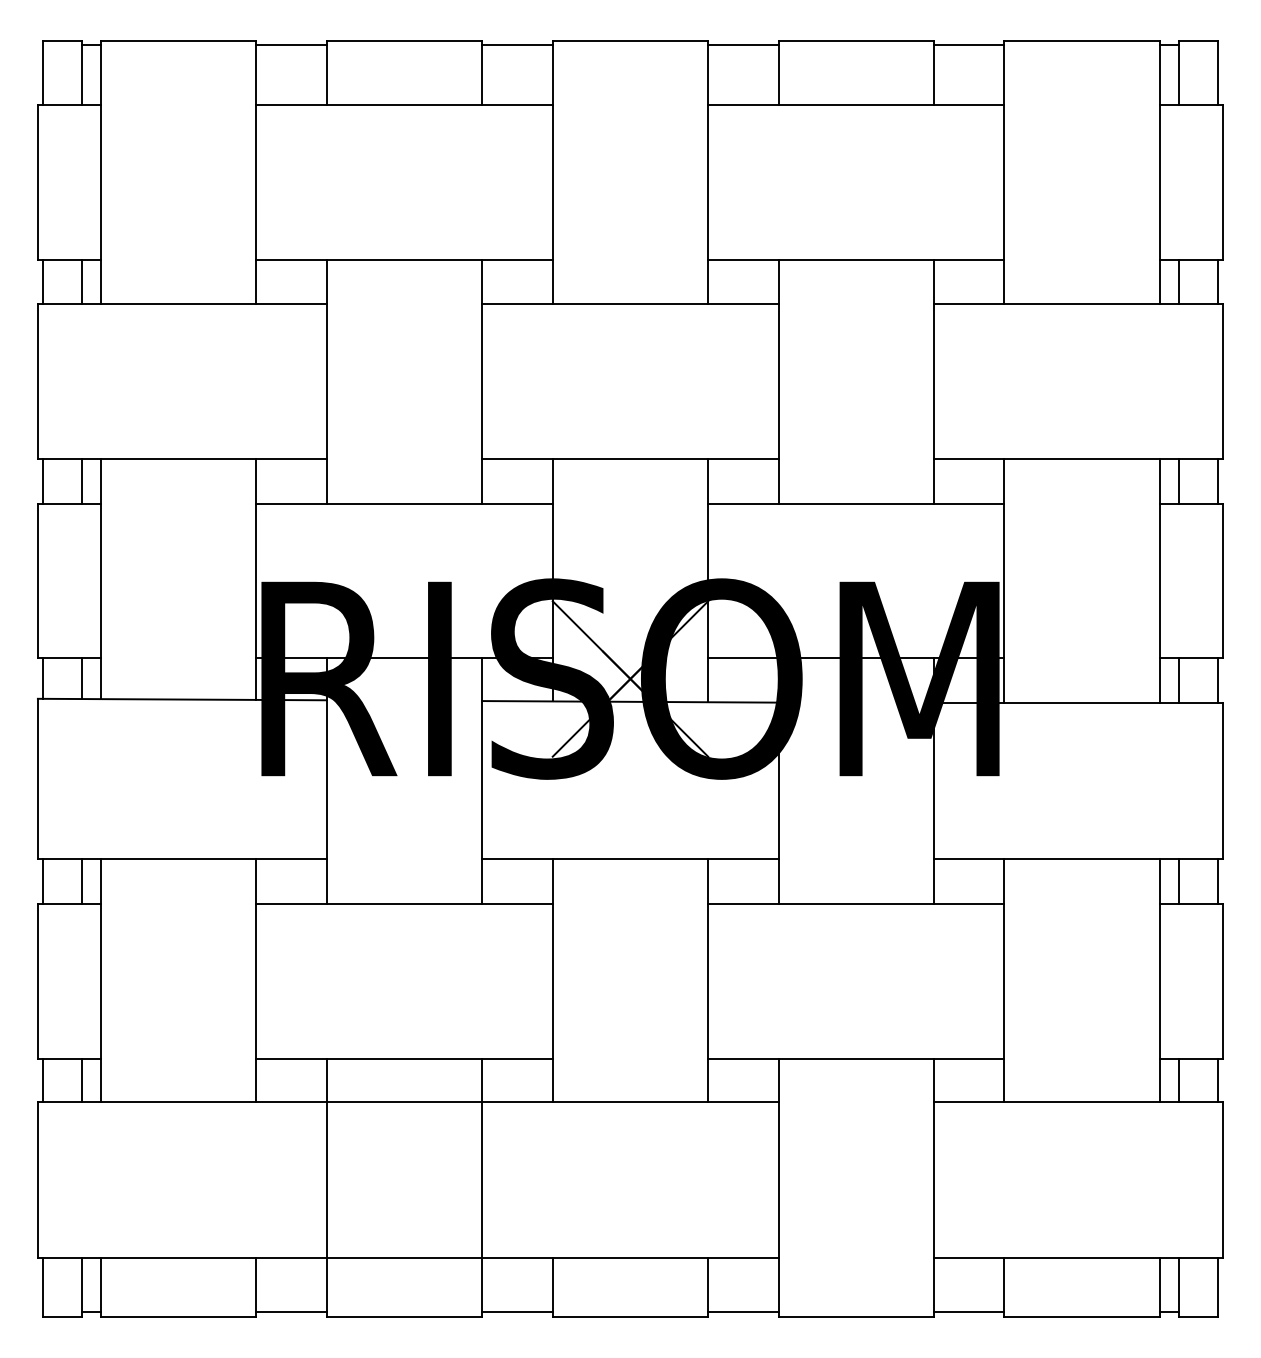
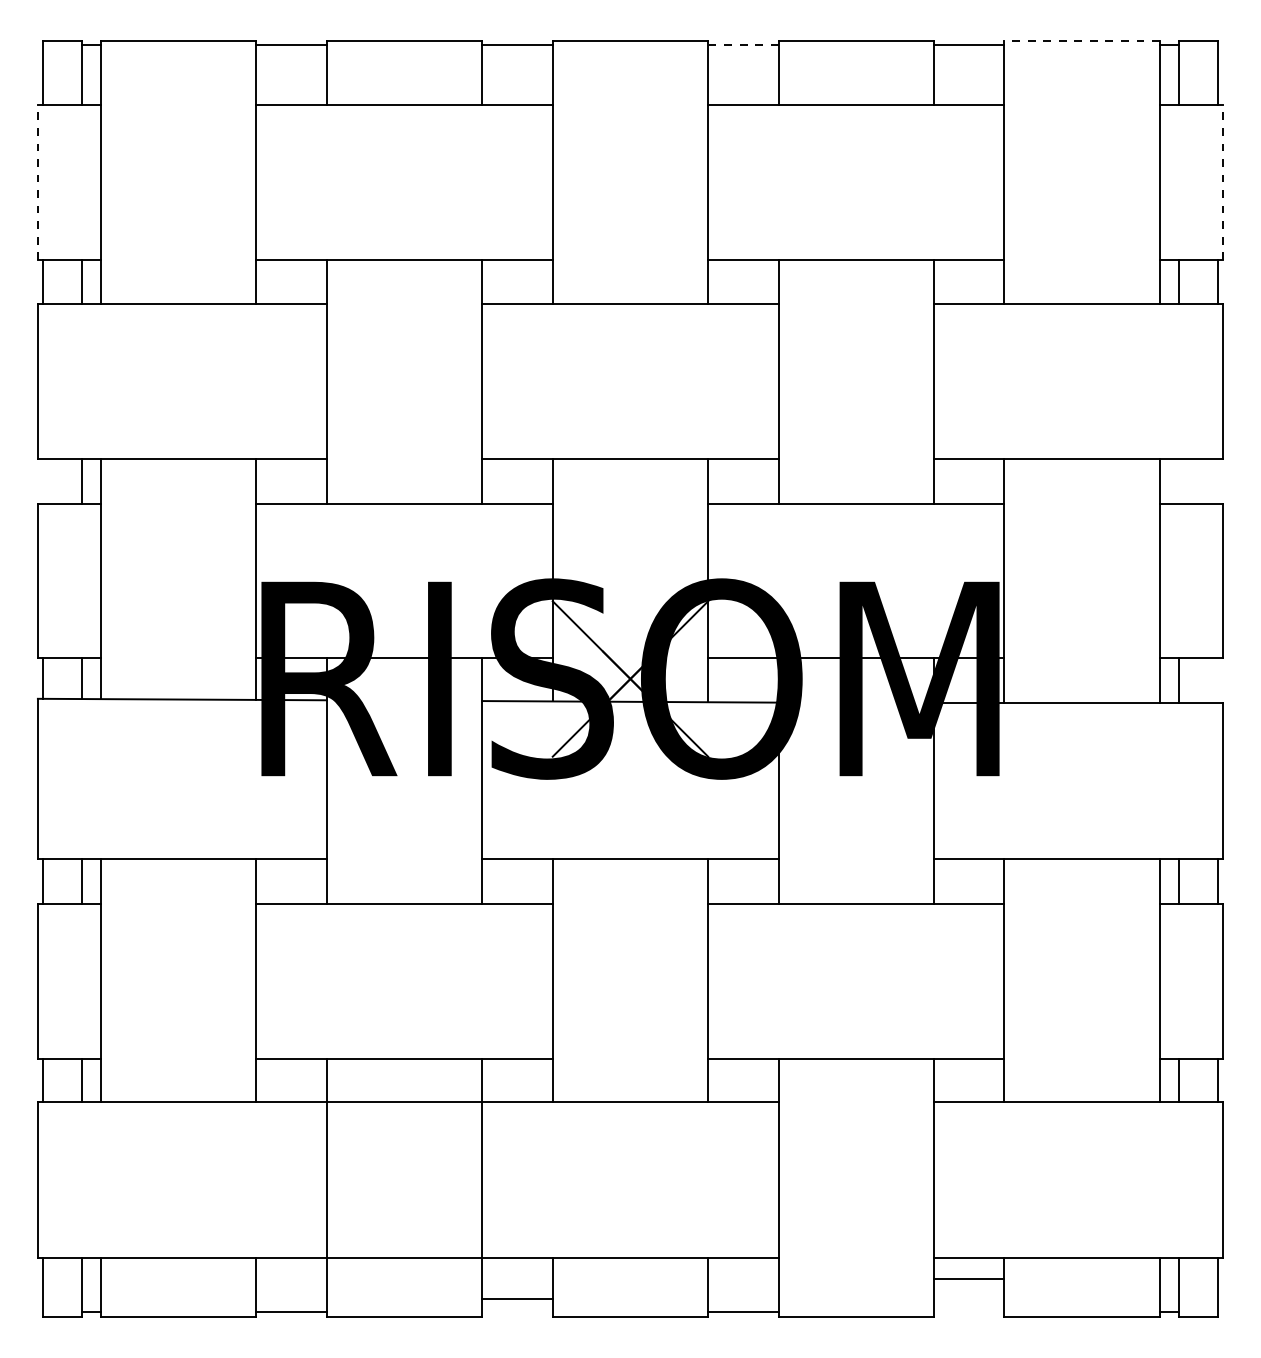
line at (1082, 40): solid -> dashed
line at (742, 45): solid -> dashed
line at (37, 182): solid -> dashed
line at (1223, 182): solid -> dashed
line at (42, 480): present -> none
line at (1179, 480): present -> none
line at (1218, 480): present -> none
line at (1218, 680): present -> none
line at (517, 1312) position: (517, 1312) -> (517, 1299)
line at (969, 1312) position: (969, 1312) -> (969, 1279)
